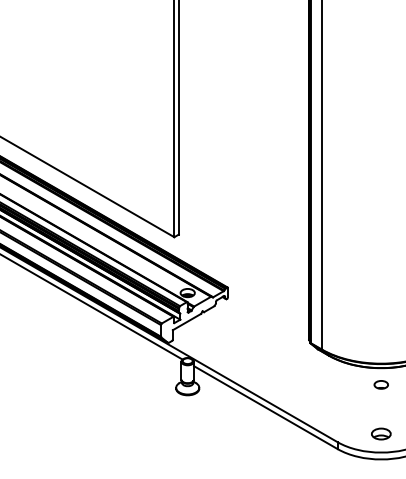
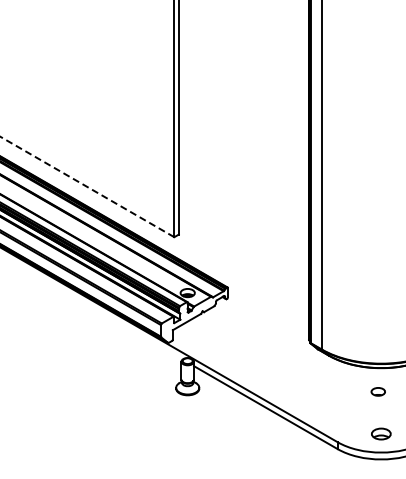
line at (86, 186): solid -> dashed
line at (92, 307): present -> none
part at (380, 384) position: (380, 384) -> (377, 391)
